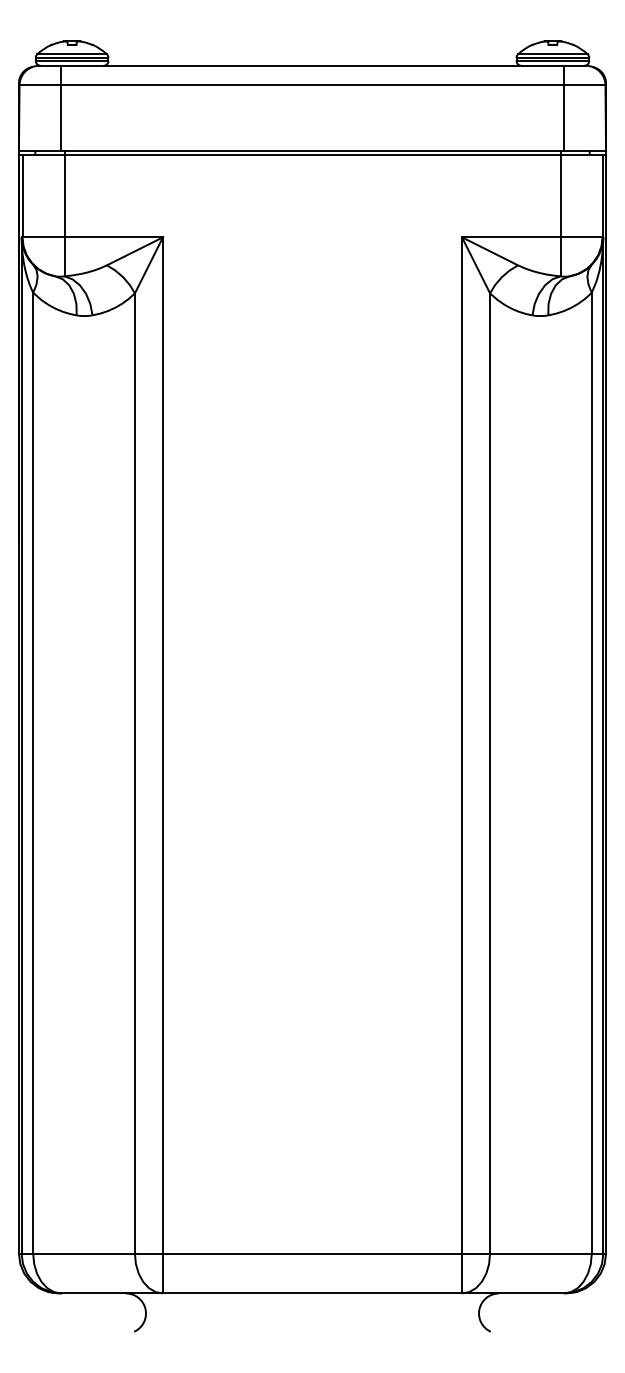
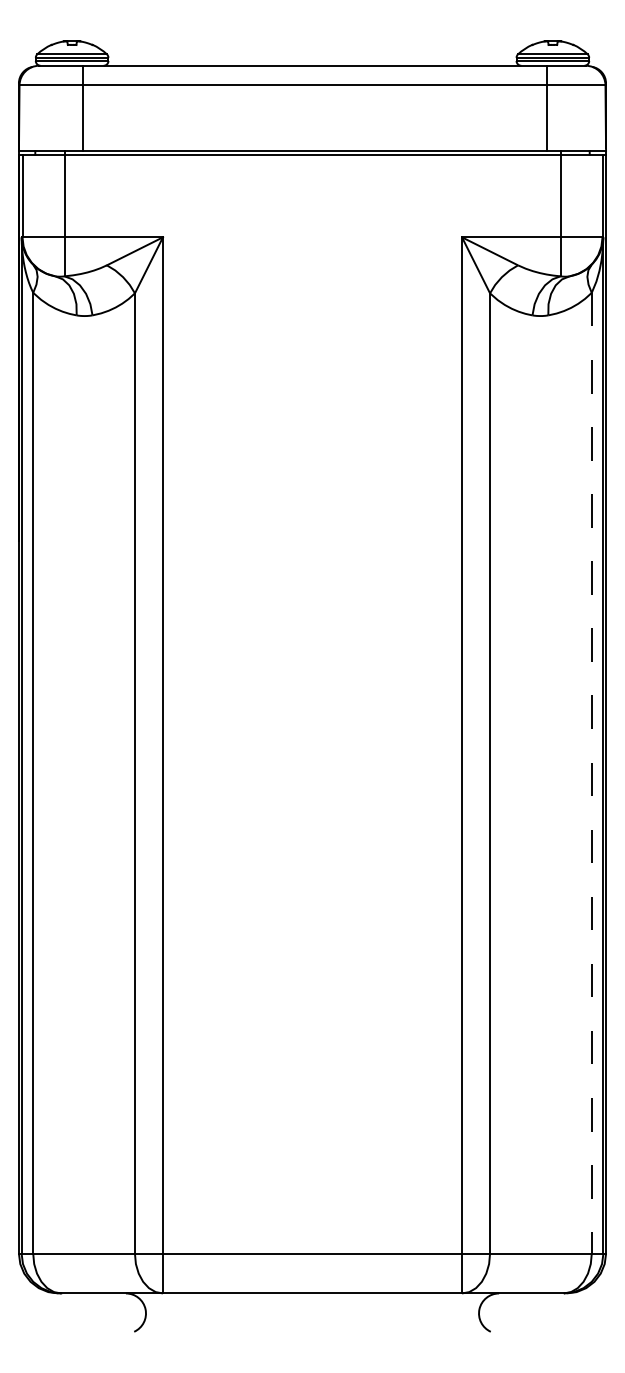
line at (60, 108) position: (60, 108) -> (82, 108)
line at (564, 108) position: (564, 108) -> (547, 108)
line at (591, 773): solid -> dashed
